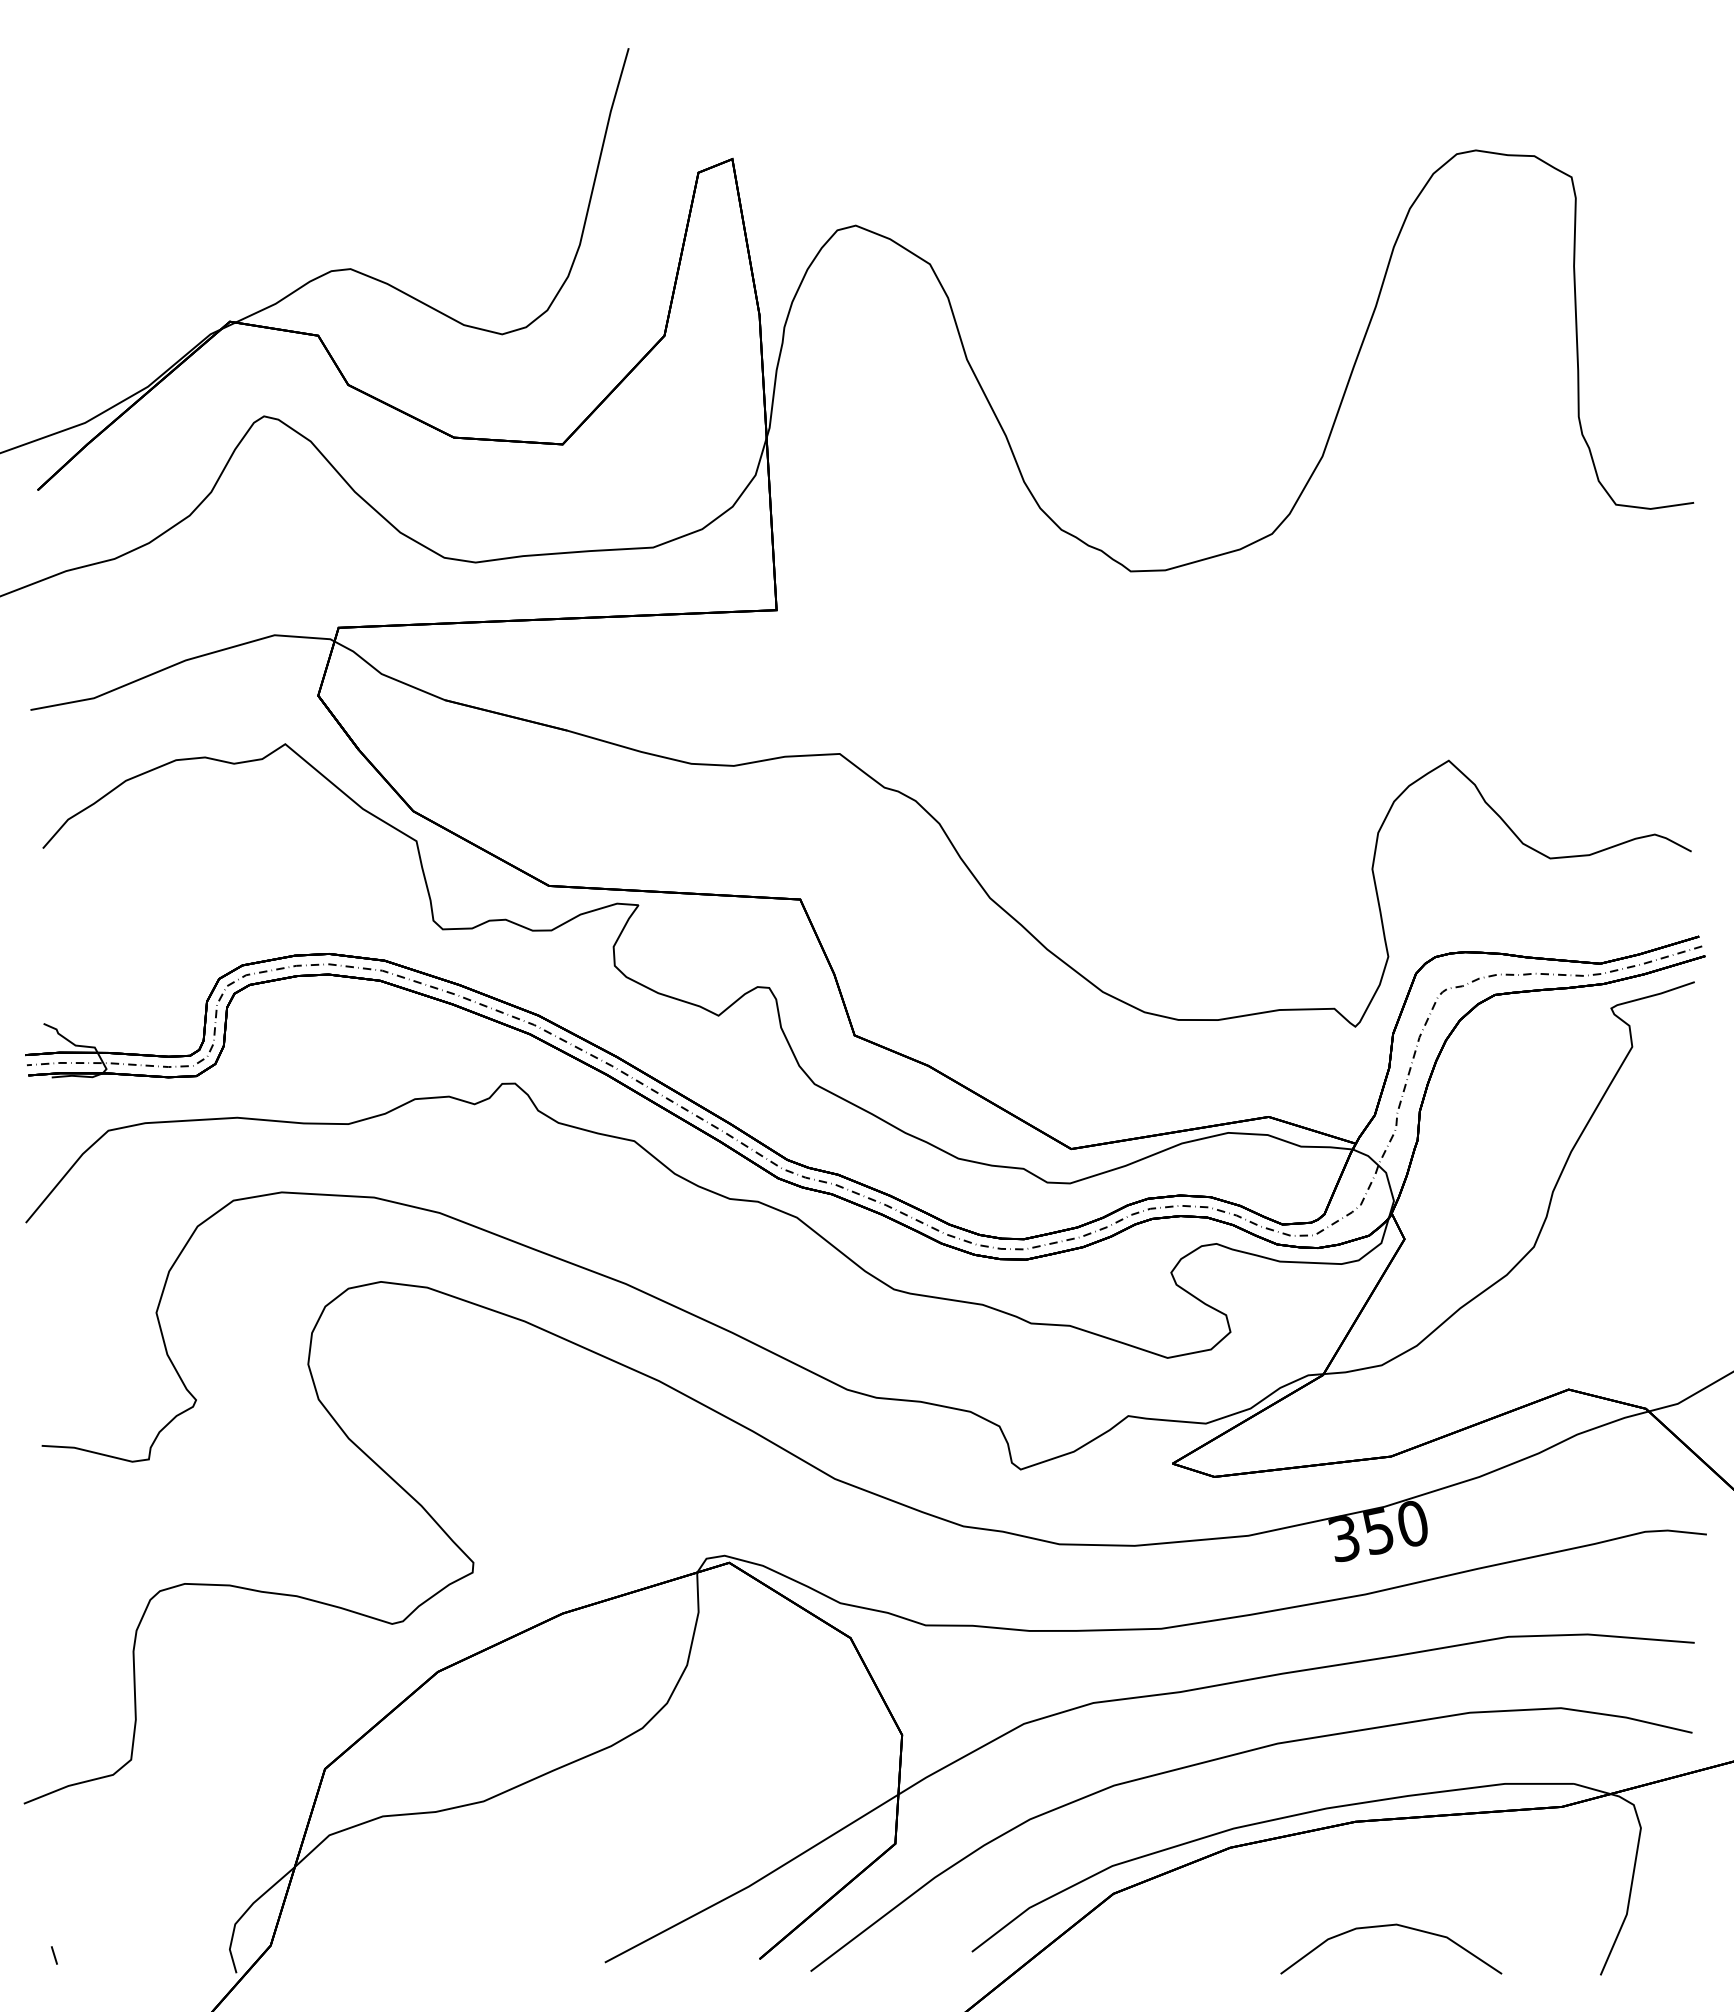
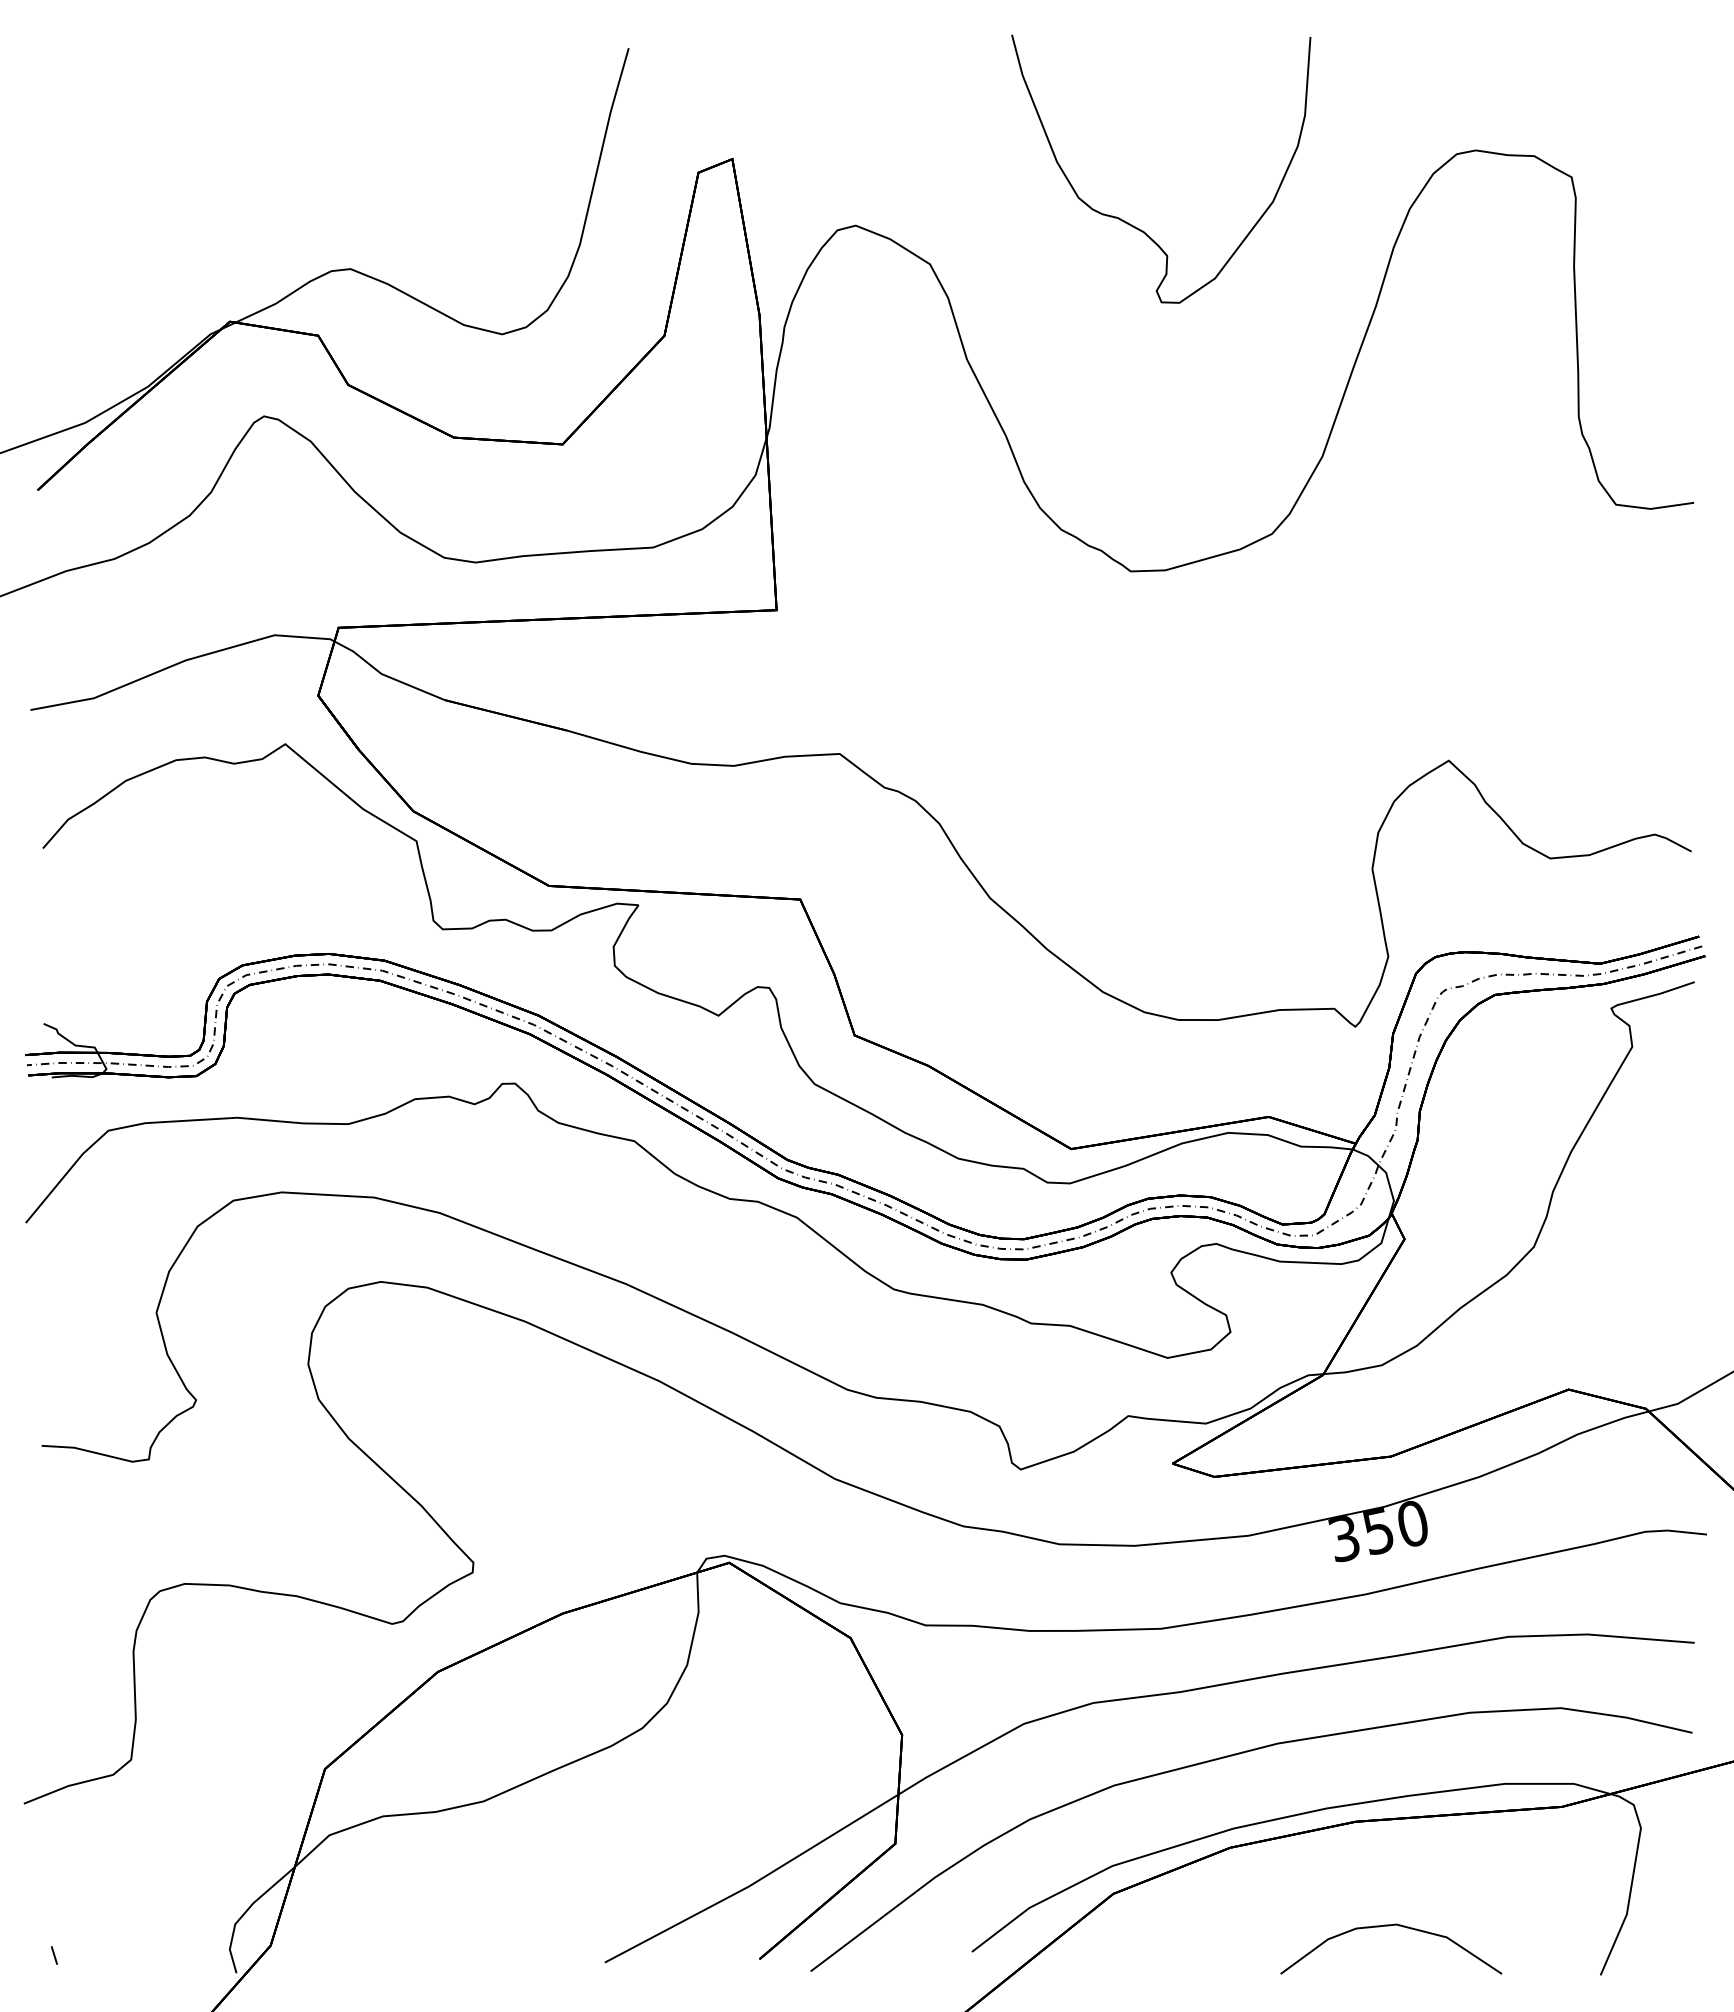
curve at (1130, 223): none -> present
